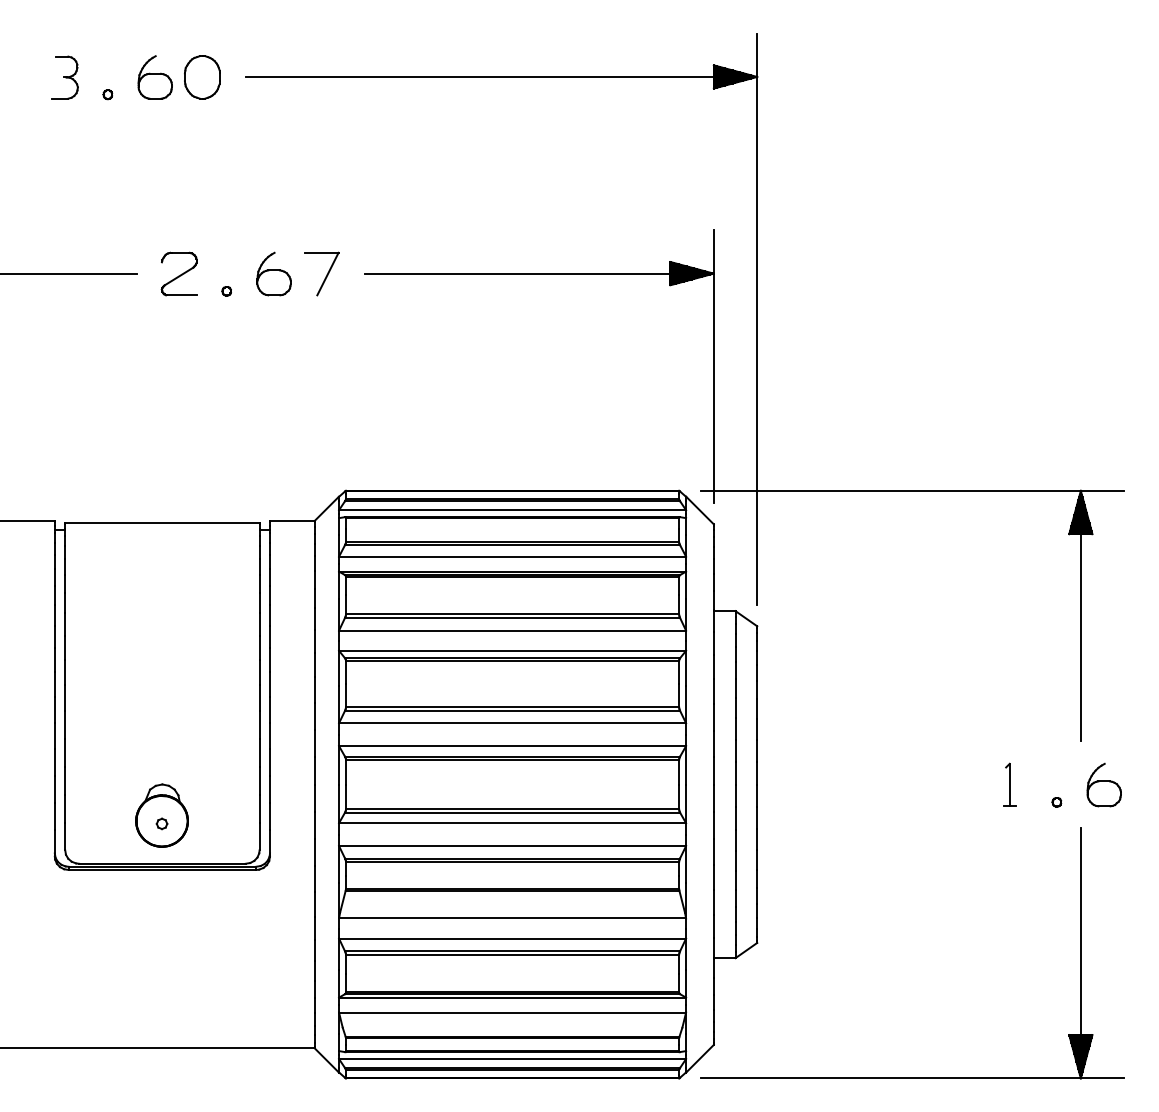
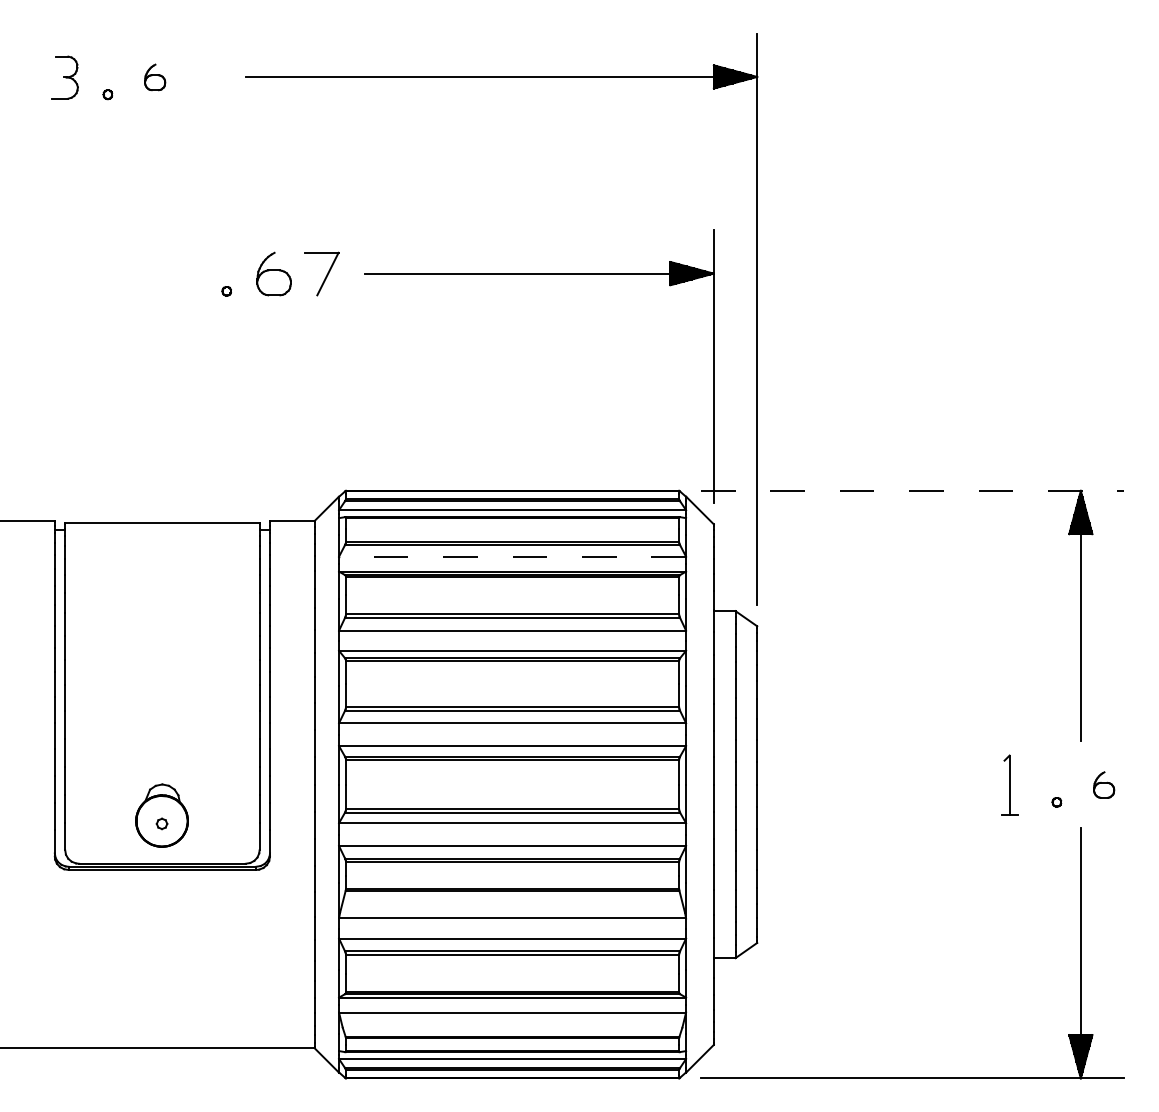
part at (154, 77) size: 36x45 px -> 23x29 px
part at (202, 77): present -> none
line at (69, 273): present -> none
part at (178, 273): present -> none
line at (912, 490): solid -> dashed
line at (512, 556): solid -> dashed
part at (1009, 784) size: 14x45 px -> 18x62 px
part at (1103, 784) size: 36x46 px -> 23x28 px
